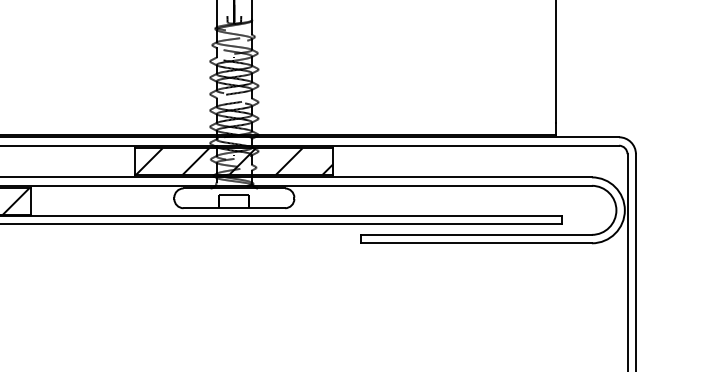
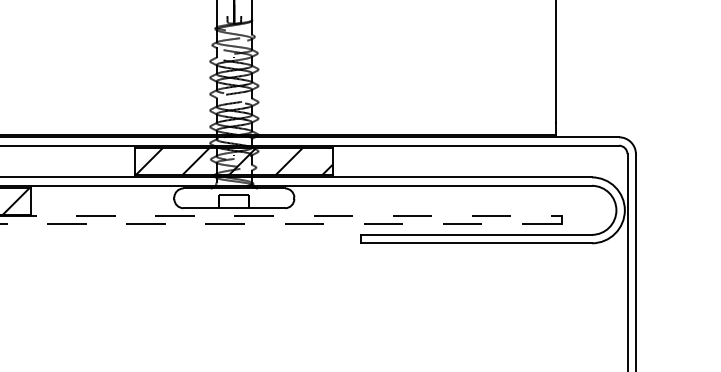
line at (281, 215): solid -> dashed
line at (280, 224): solid -> dashed
